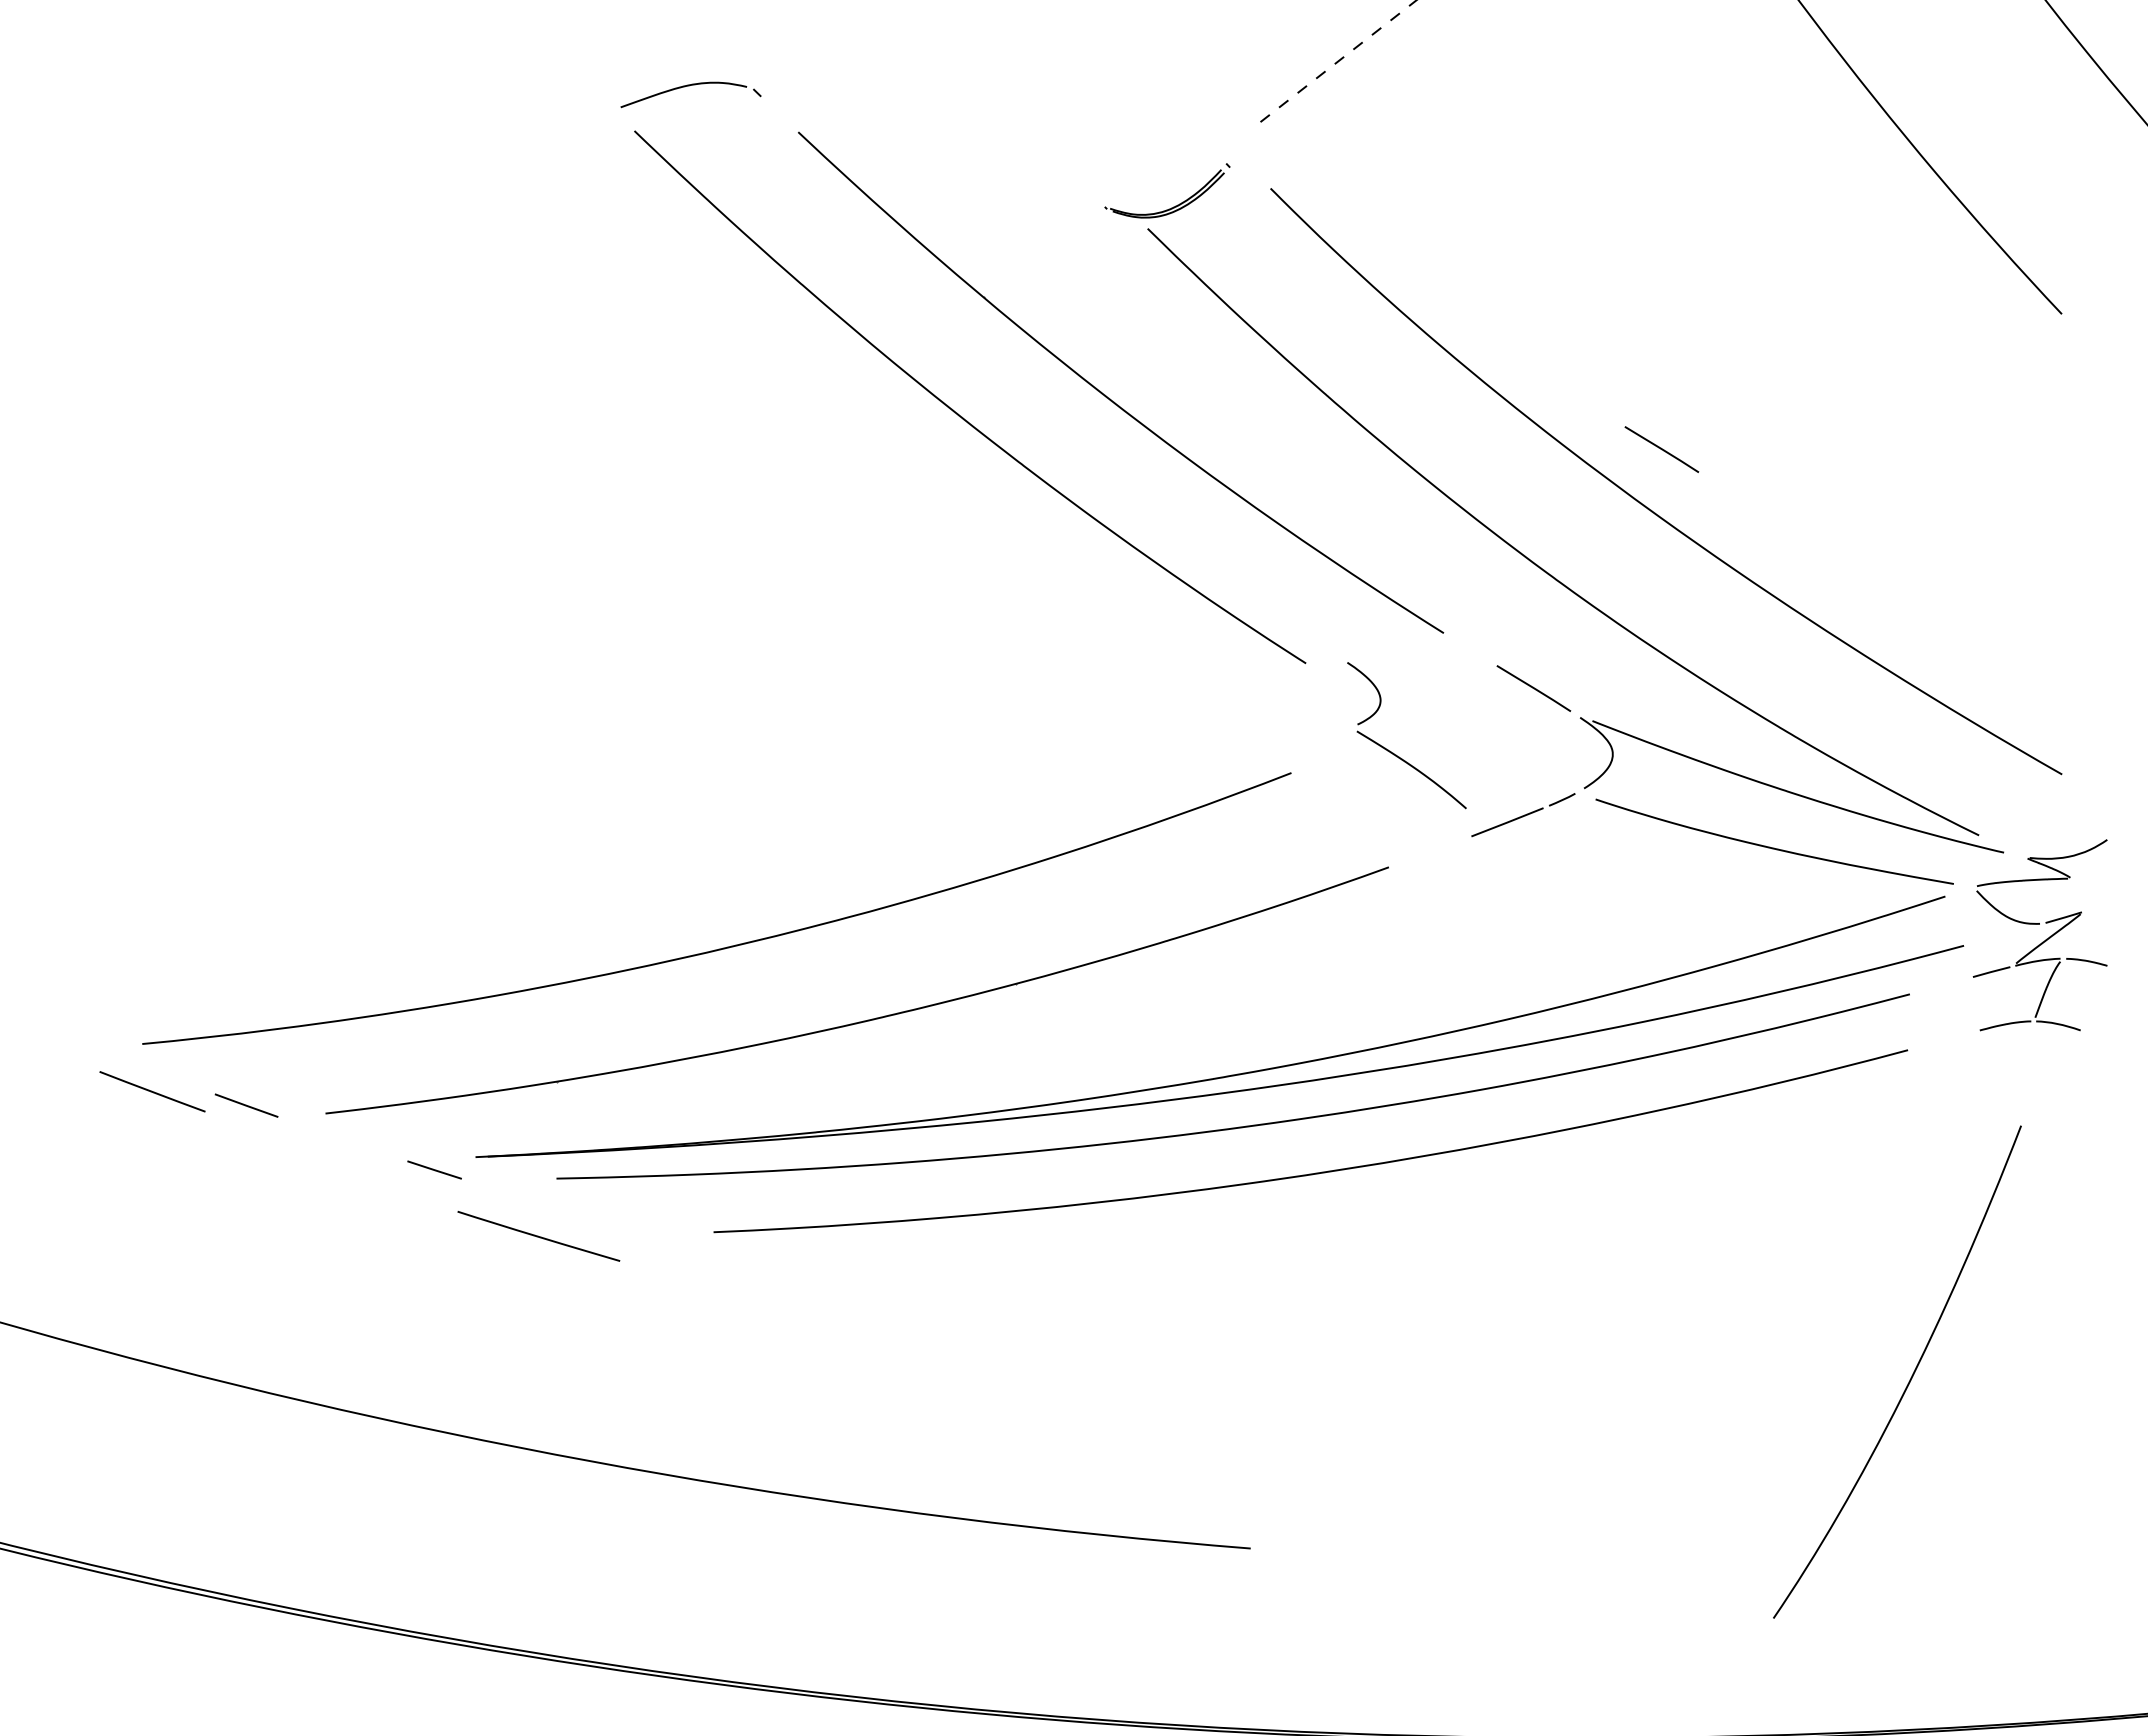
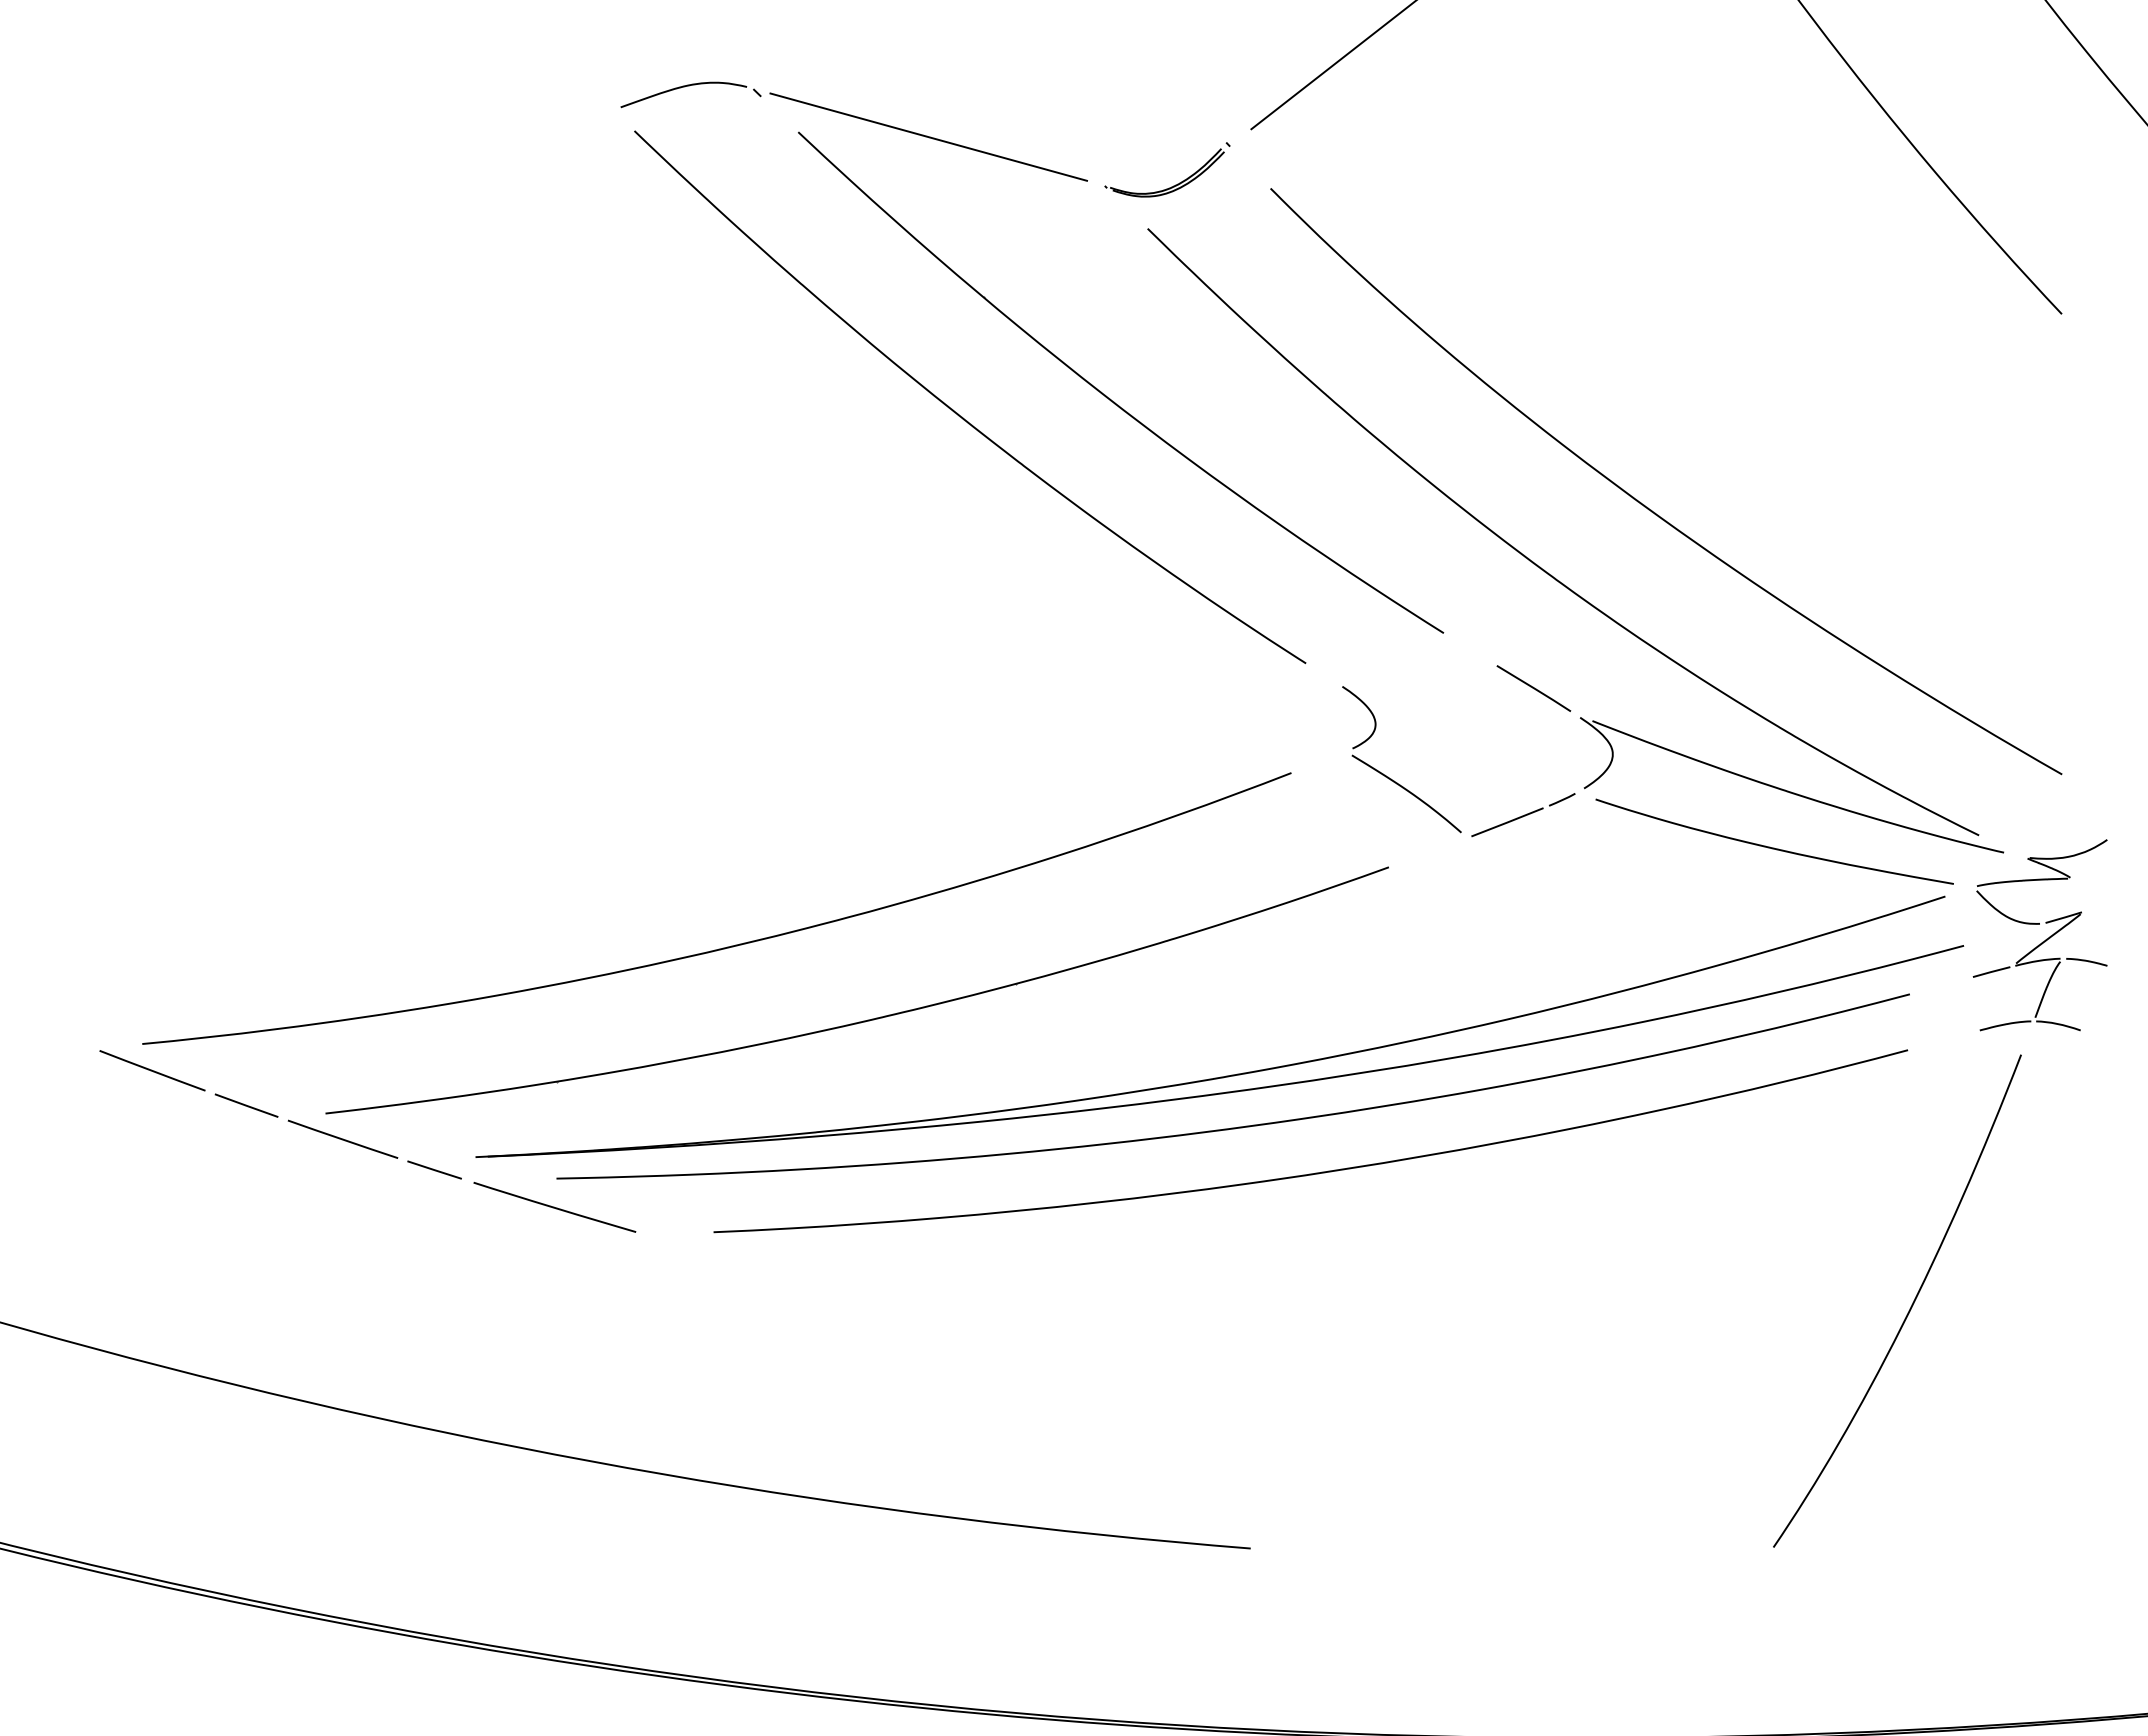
line at (1334, 64): dashed -> solid
line at (928, 136): none -> present
part at (1175, 205) position: (1175, 205) -> (1175, 184)
line at (1661, 449): present -> none
part at (1393, 752) position: (1393, 752) -> (1388, 776)
line at (152, 1091) position: (152, 1091) -> (152, 1070)
line at (342, 1138): none -> present
line at (538, 1236) position: (538, 1236) -> (554, 1207)
curve at (1910, 1377) position: (1910, 1377) -> (1910, 1306)
